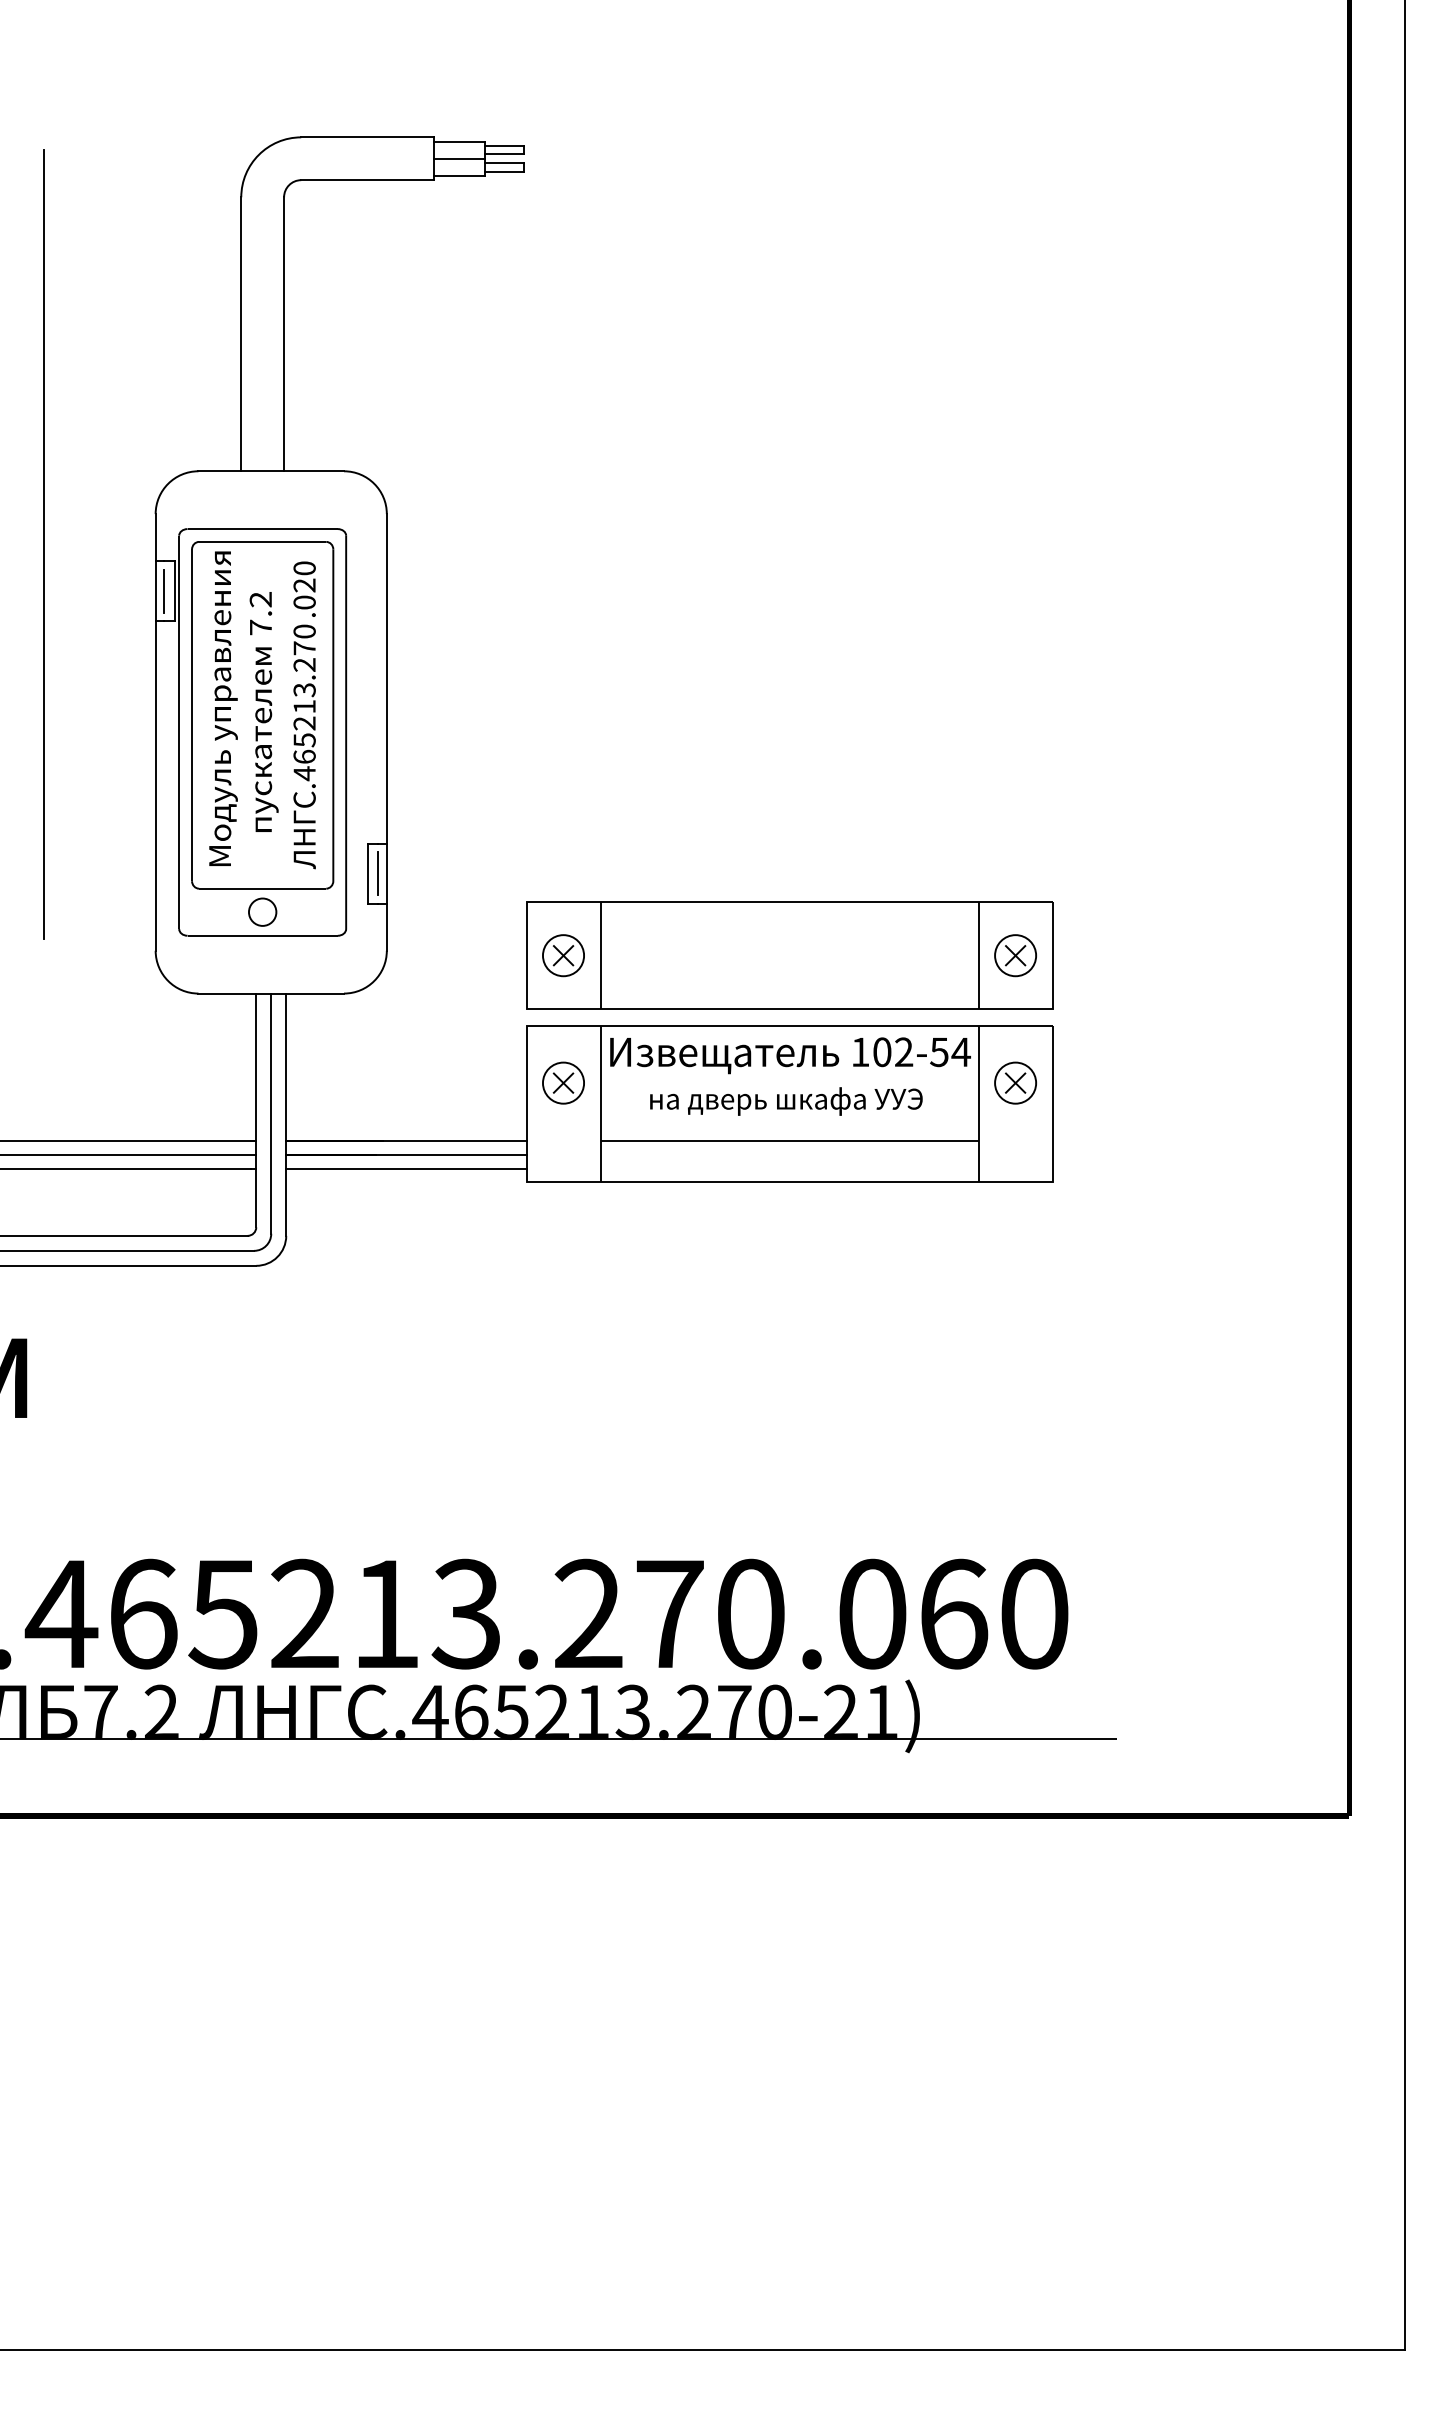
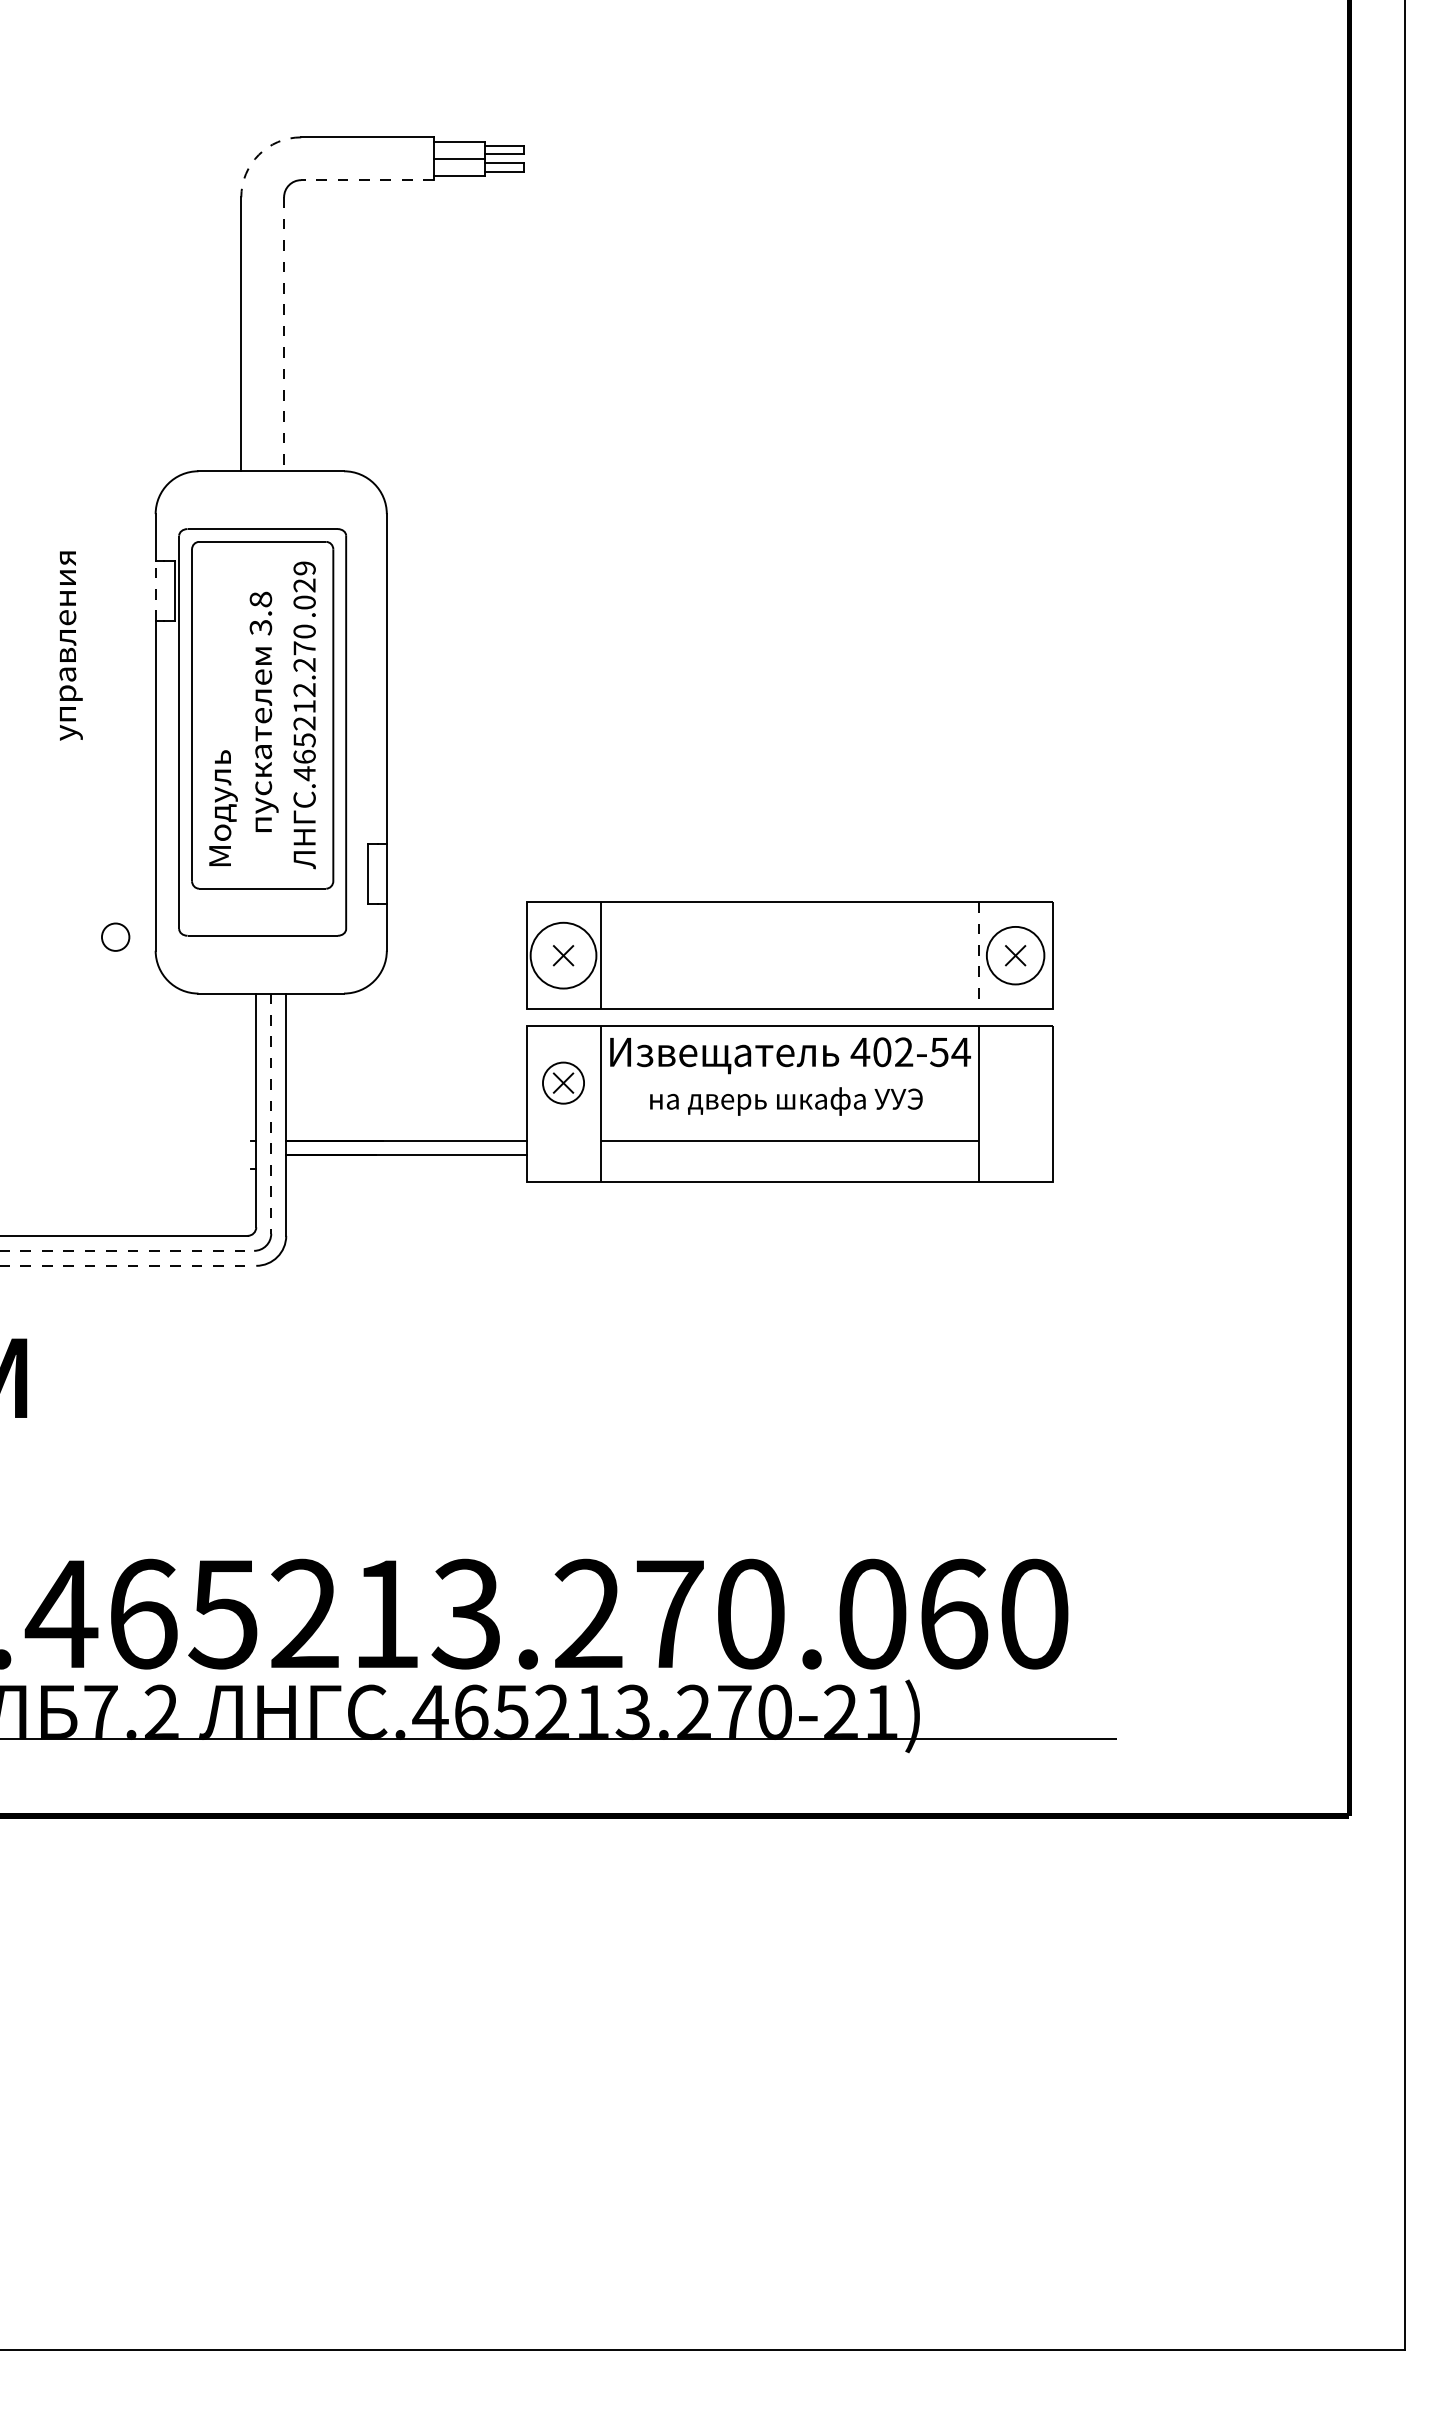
arc at (258, 154): solid -> dashed
line at (367, 180): solid -> dashed
line at (284, 334): solid -> dashed
line at (43, 544): present -> none
text at (304, 568): 0 -> 9
line at (164, 590): present -> none
line at (155, 591): solid -> dashed
text at (260, 613): 7.2 -> 3.8
text at (225, 645) position: (225, 645) -> (70, 645)
text at (304, 690): .465213.270 -> .465212.270
line at (378, 873): present -> none
circle at (262, 911) position: (262, 911) -> (115, 936)
circle at (563, 955) diameter: 41 px -> 66 px
circle at (1015, 955) diameter: 41 px -> 58 px
line at (978, 956): solid -> dashed
text at (860, 1051): 102-54 -> 402-54
part at (1015, 1082): present -> none
line at (271, 1114): solid -> dashed
line at (129, 1140): present -> none
line at (129, 1155): present -> none
line at (126, 1169): present -> none
line at (406, 1169): present -> none
line at (127, 1250): solid -> dashed
line at (128, 1265): solid -> dashed
